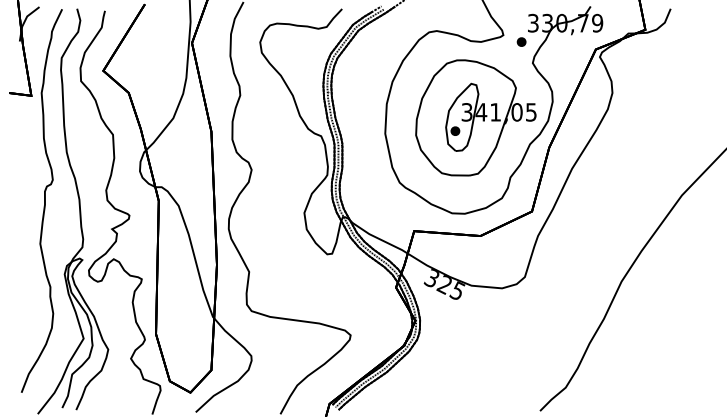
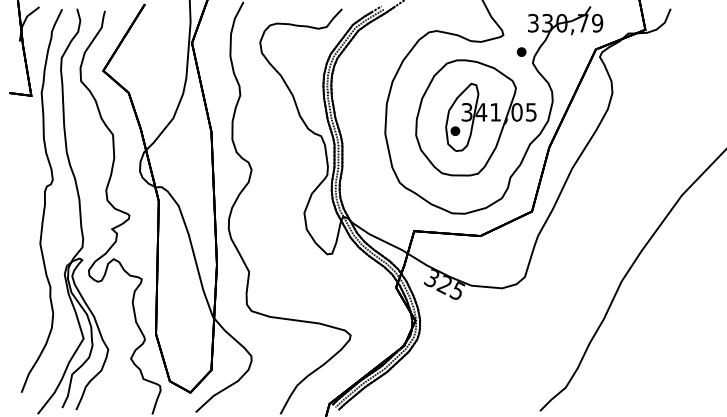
part at (521, 41) position: (521, 41) -> (521, 51)
